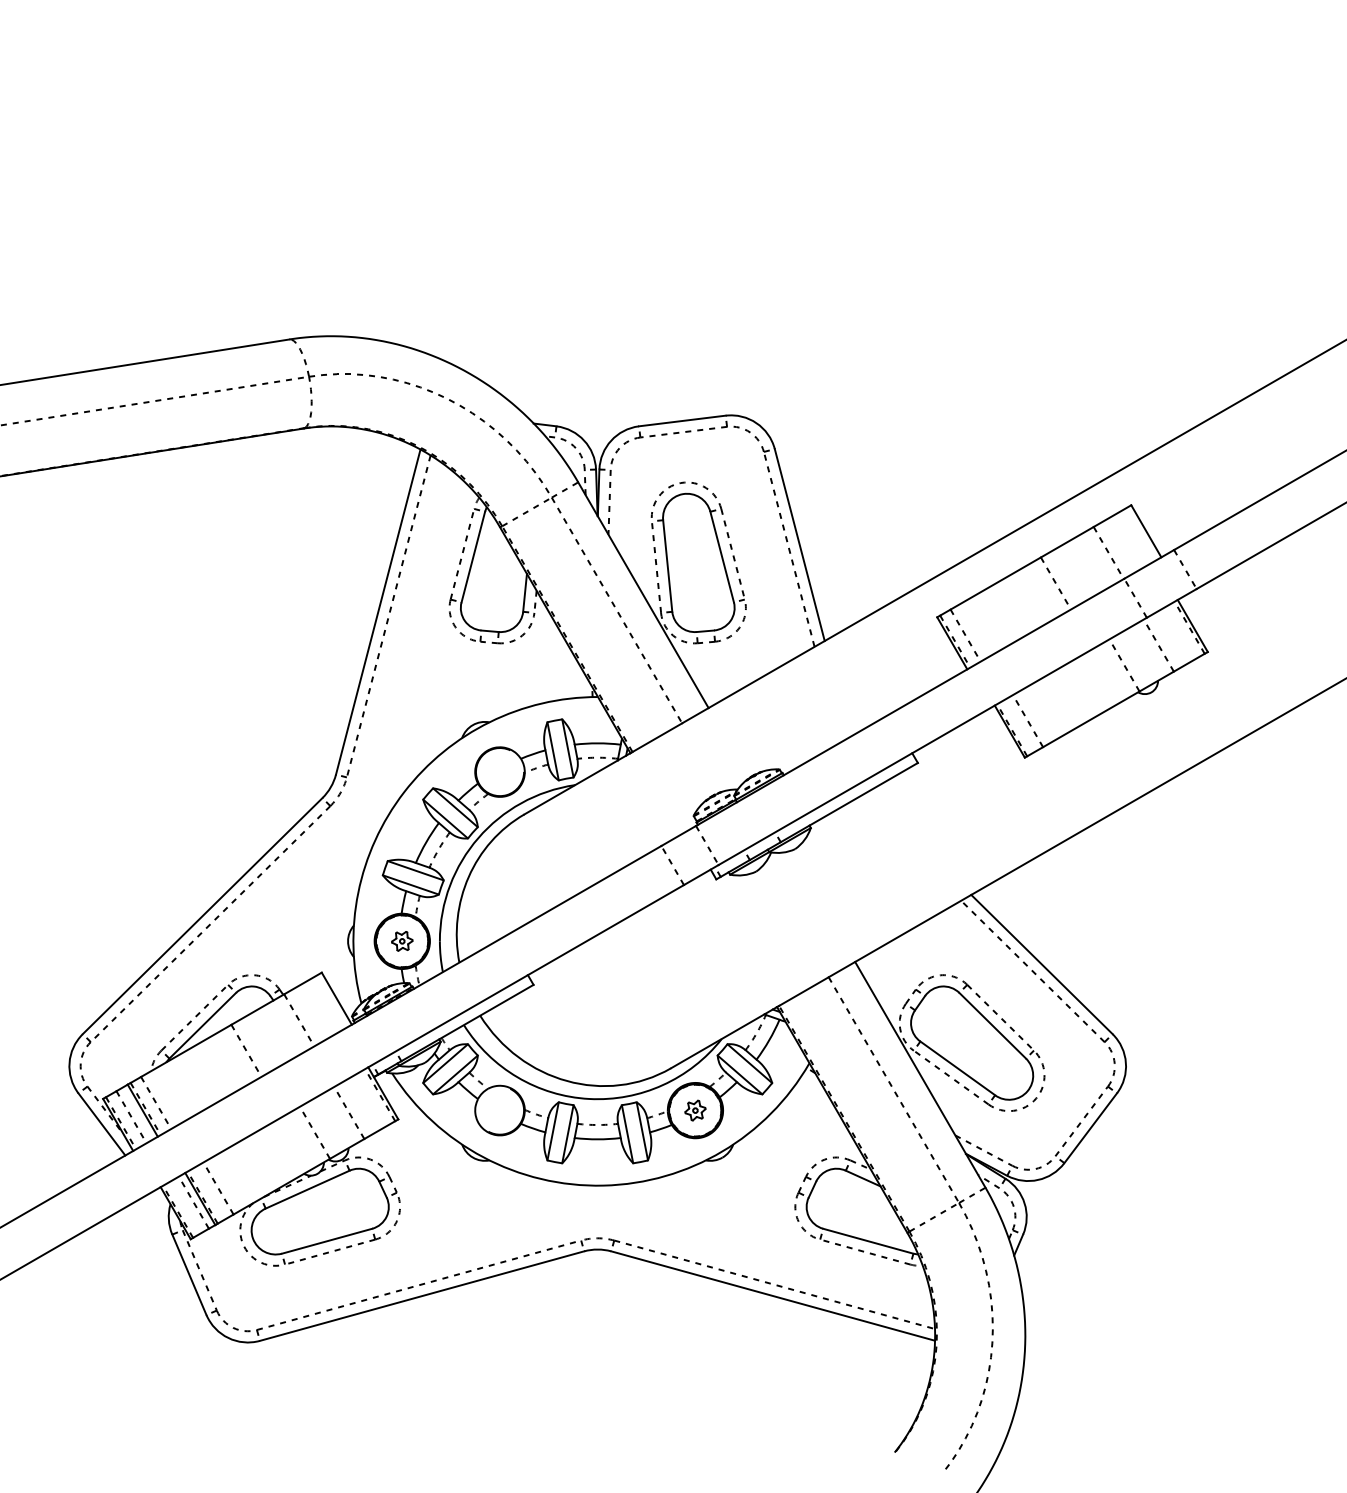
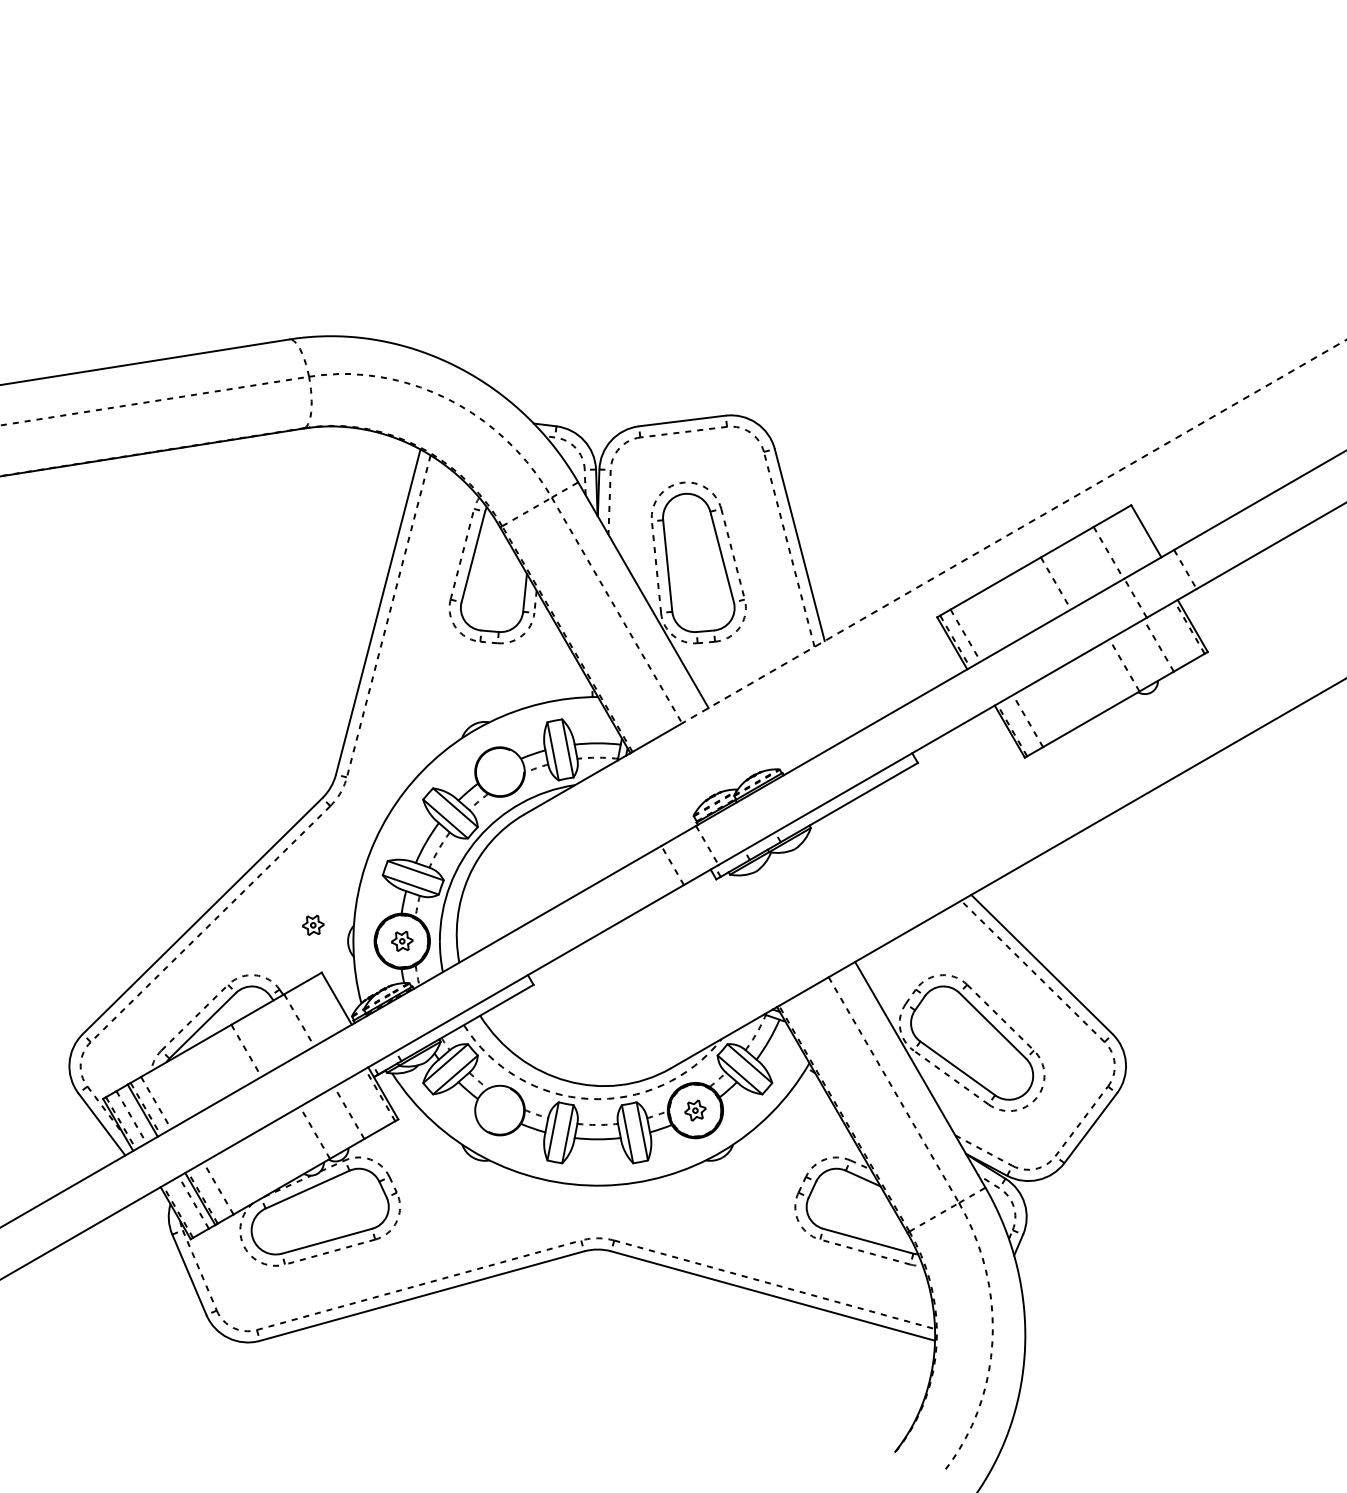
line at (1013, 531): solid -> dashed
part at (313, 925): none -> present
arc at (589, 1098): solid -> dashed
